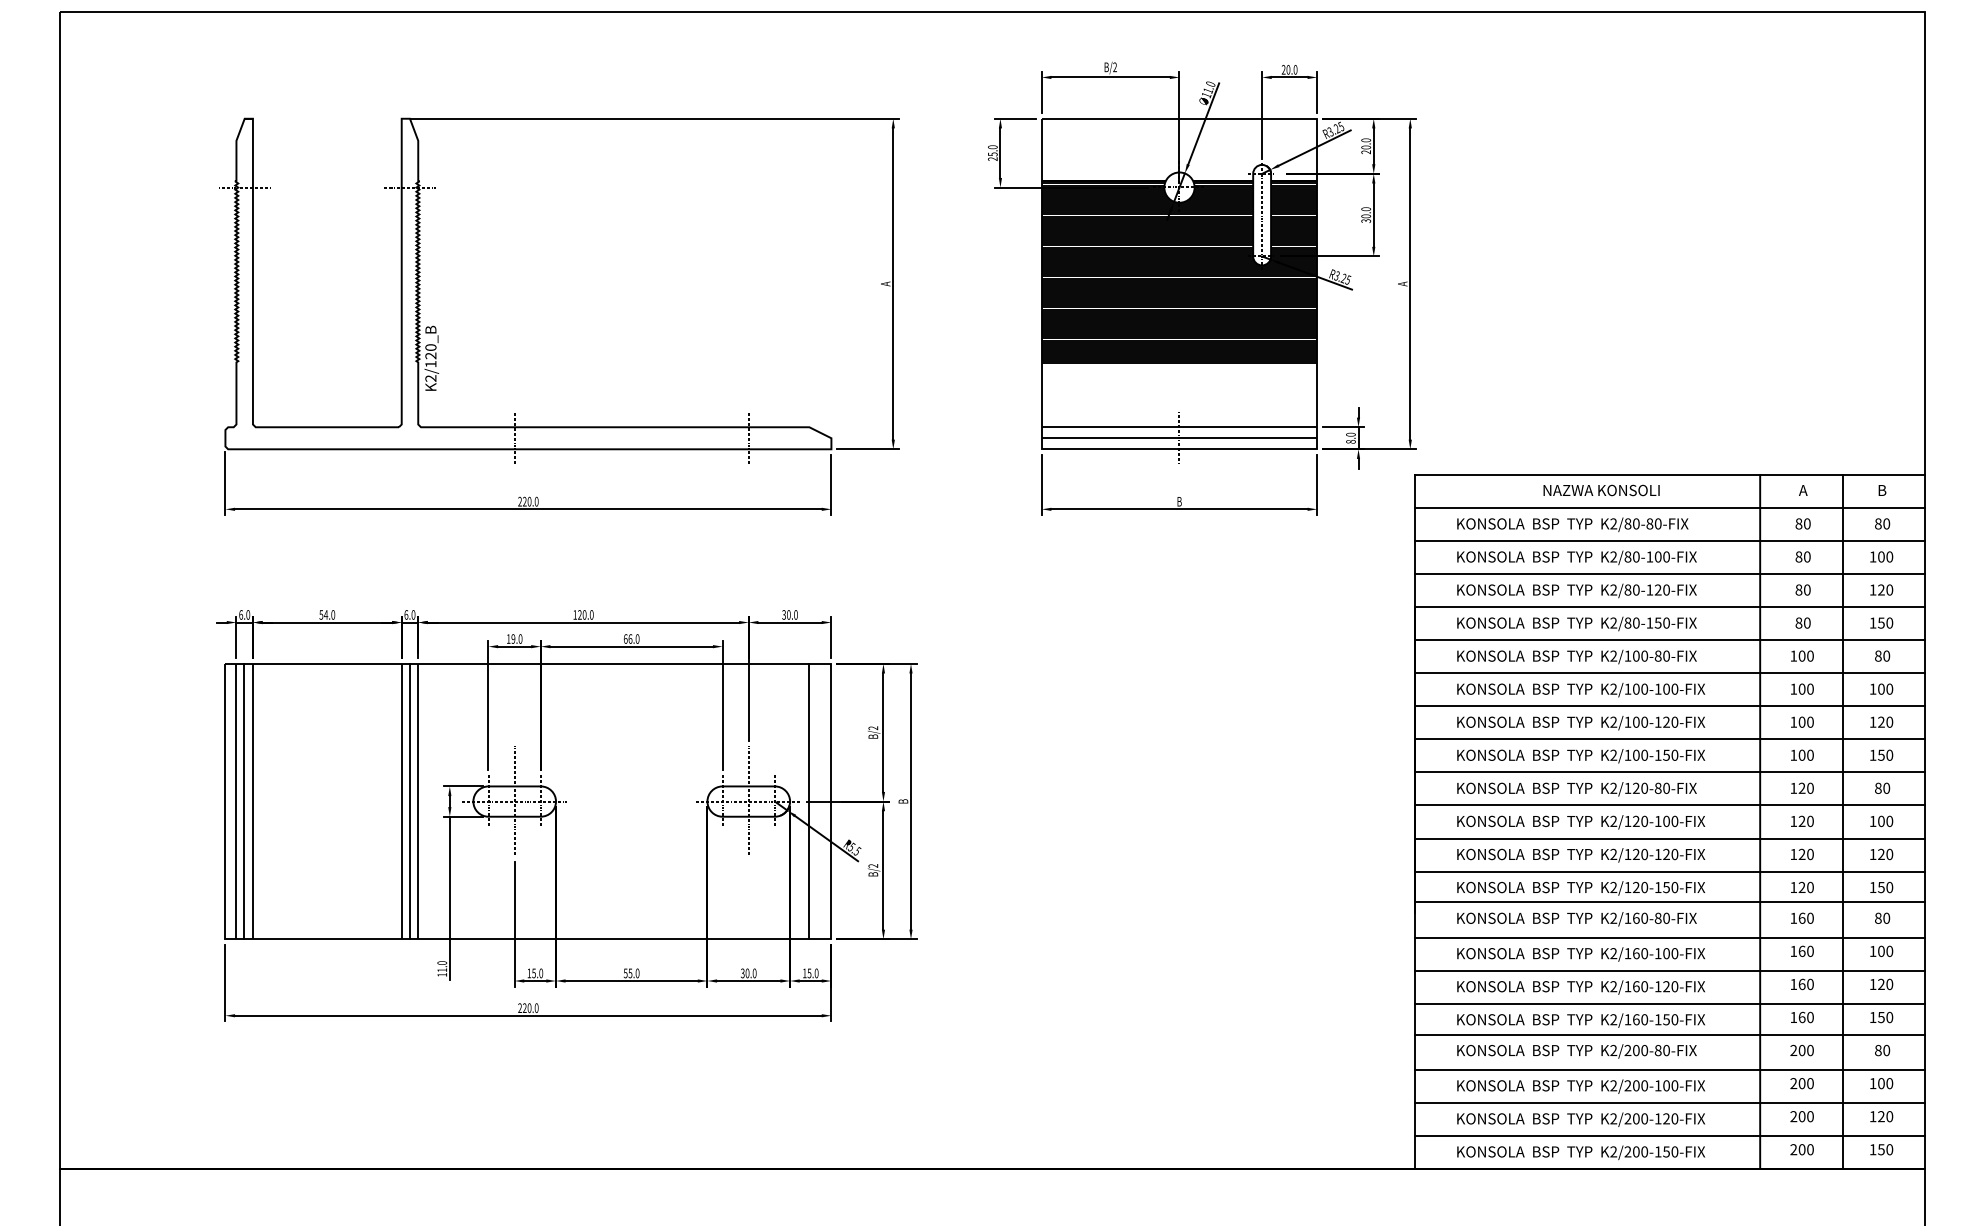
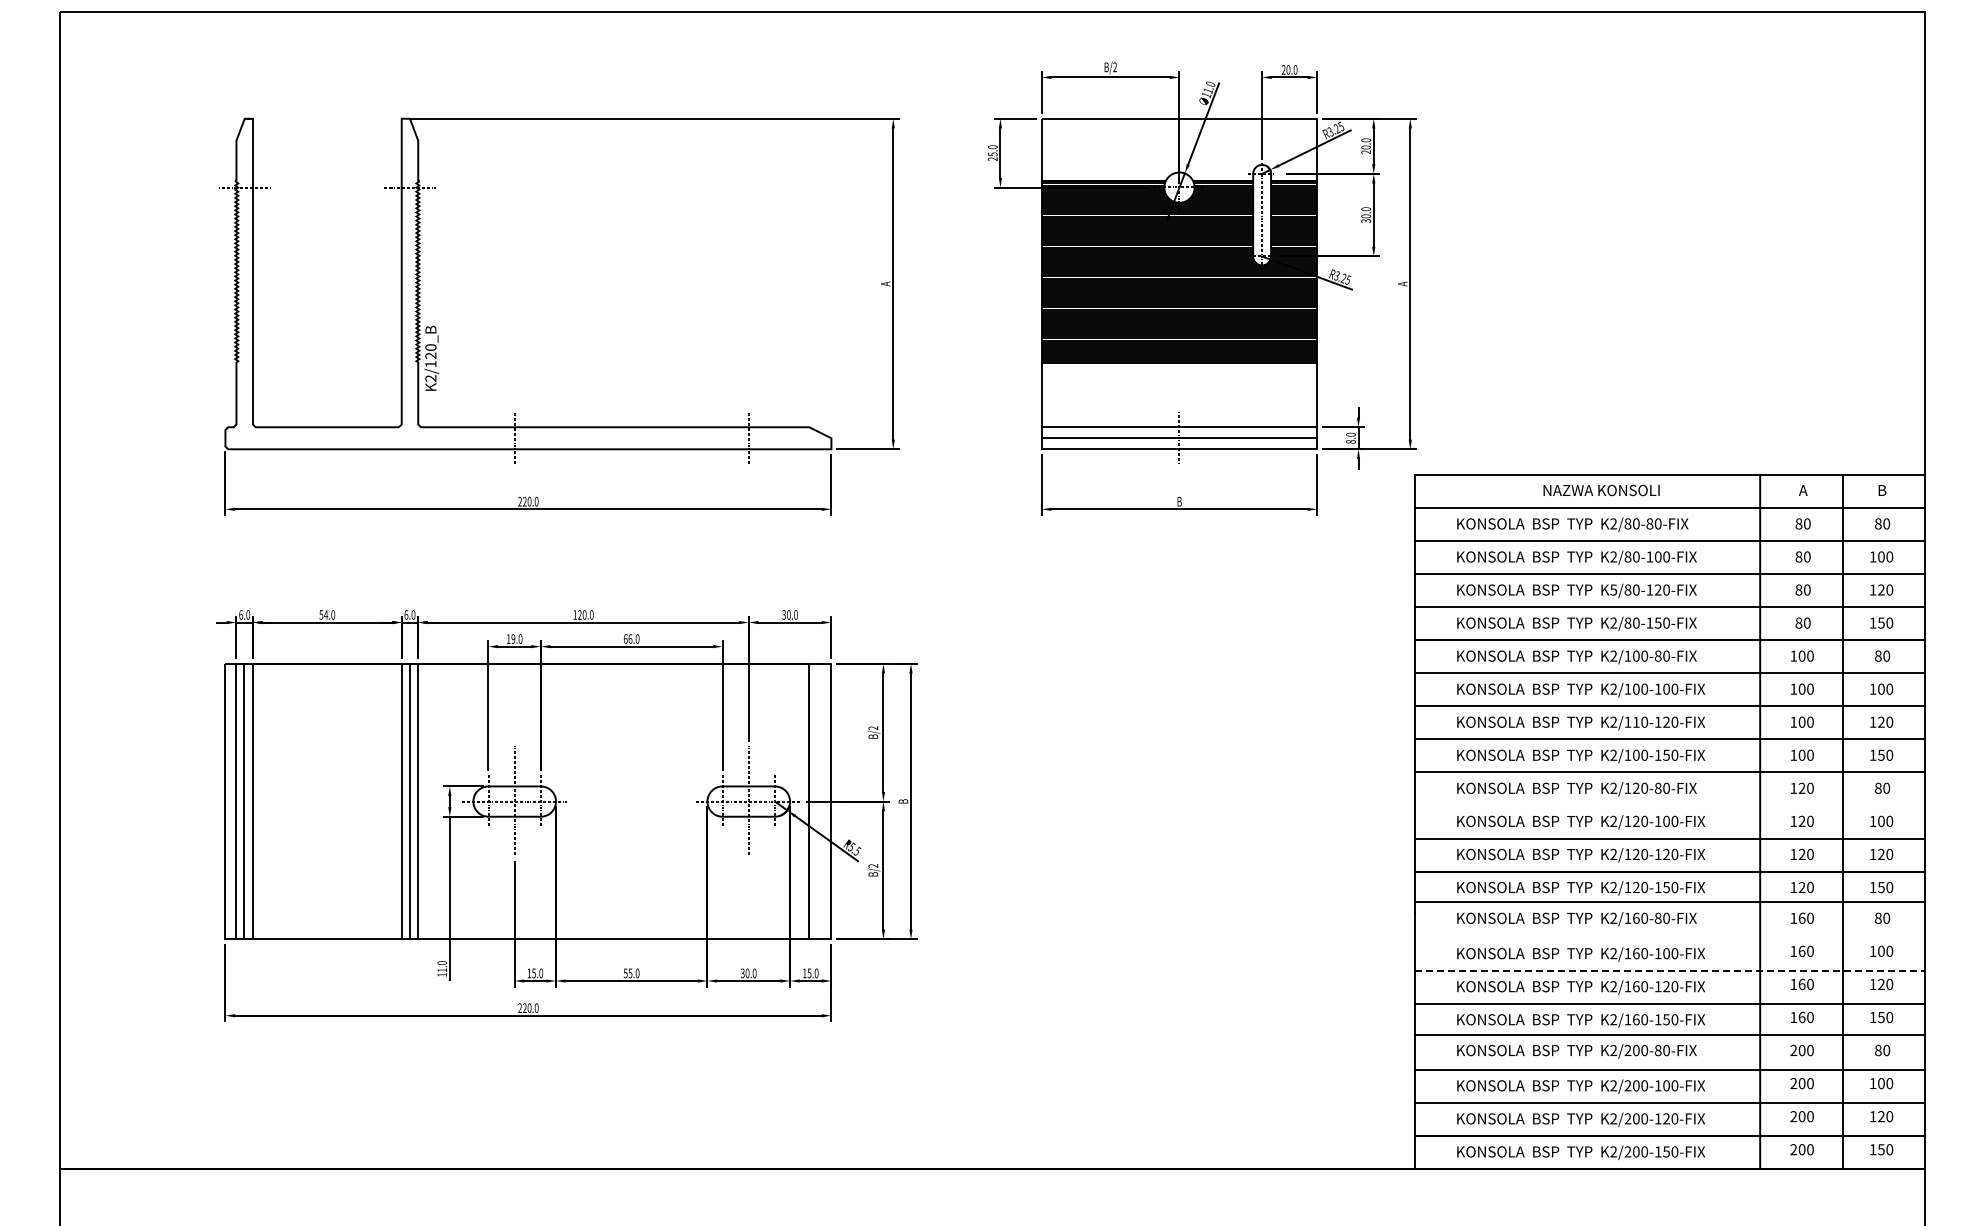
text at (1613, 589): K2/80-120-FIX -> K5/80-120-FIX
text at (1636, 721): K2/100-120-FIX -> K2/110-120-FIX
line at (1669, 805): present -> none
line at (1669, 937): present -> none
line at (1670, 970): solid -> dashed
